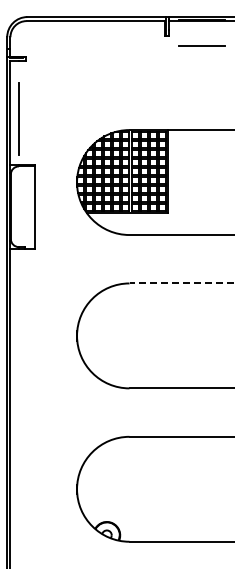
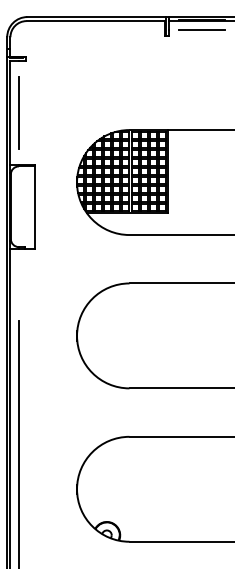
line at (201, 45) position: (201, 45) -> (201, 29)
line at (18, 118) position: (18, 118) -> (18, 112)
line at (181, 283): dashed -> solid
line at (19, 442): none -> present
